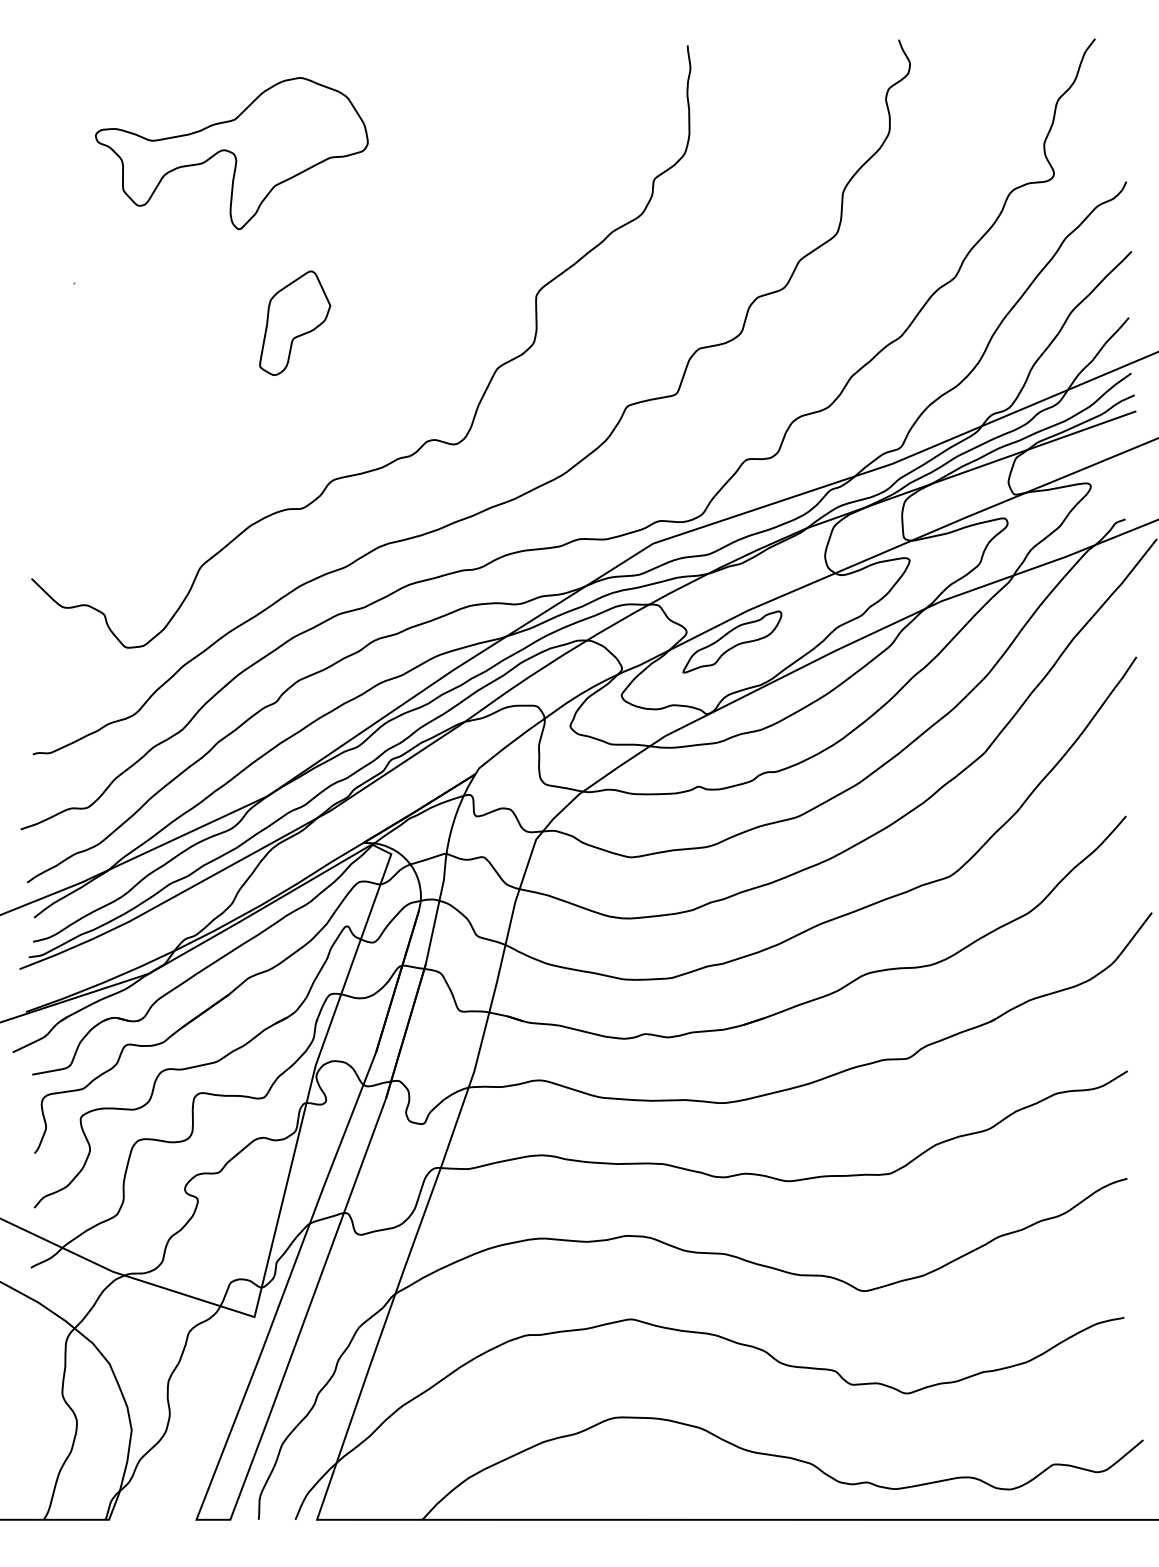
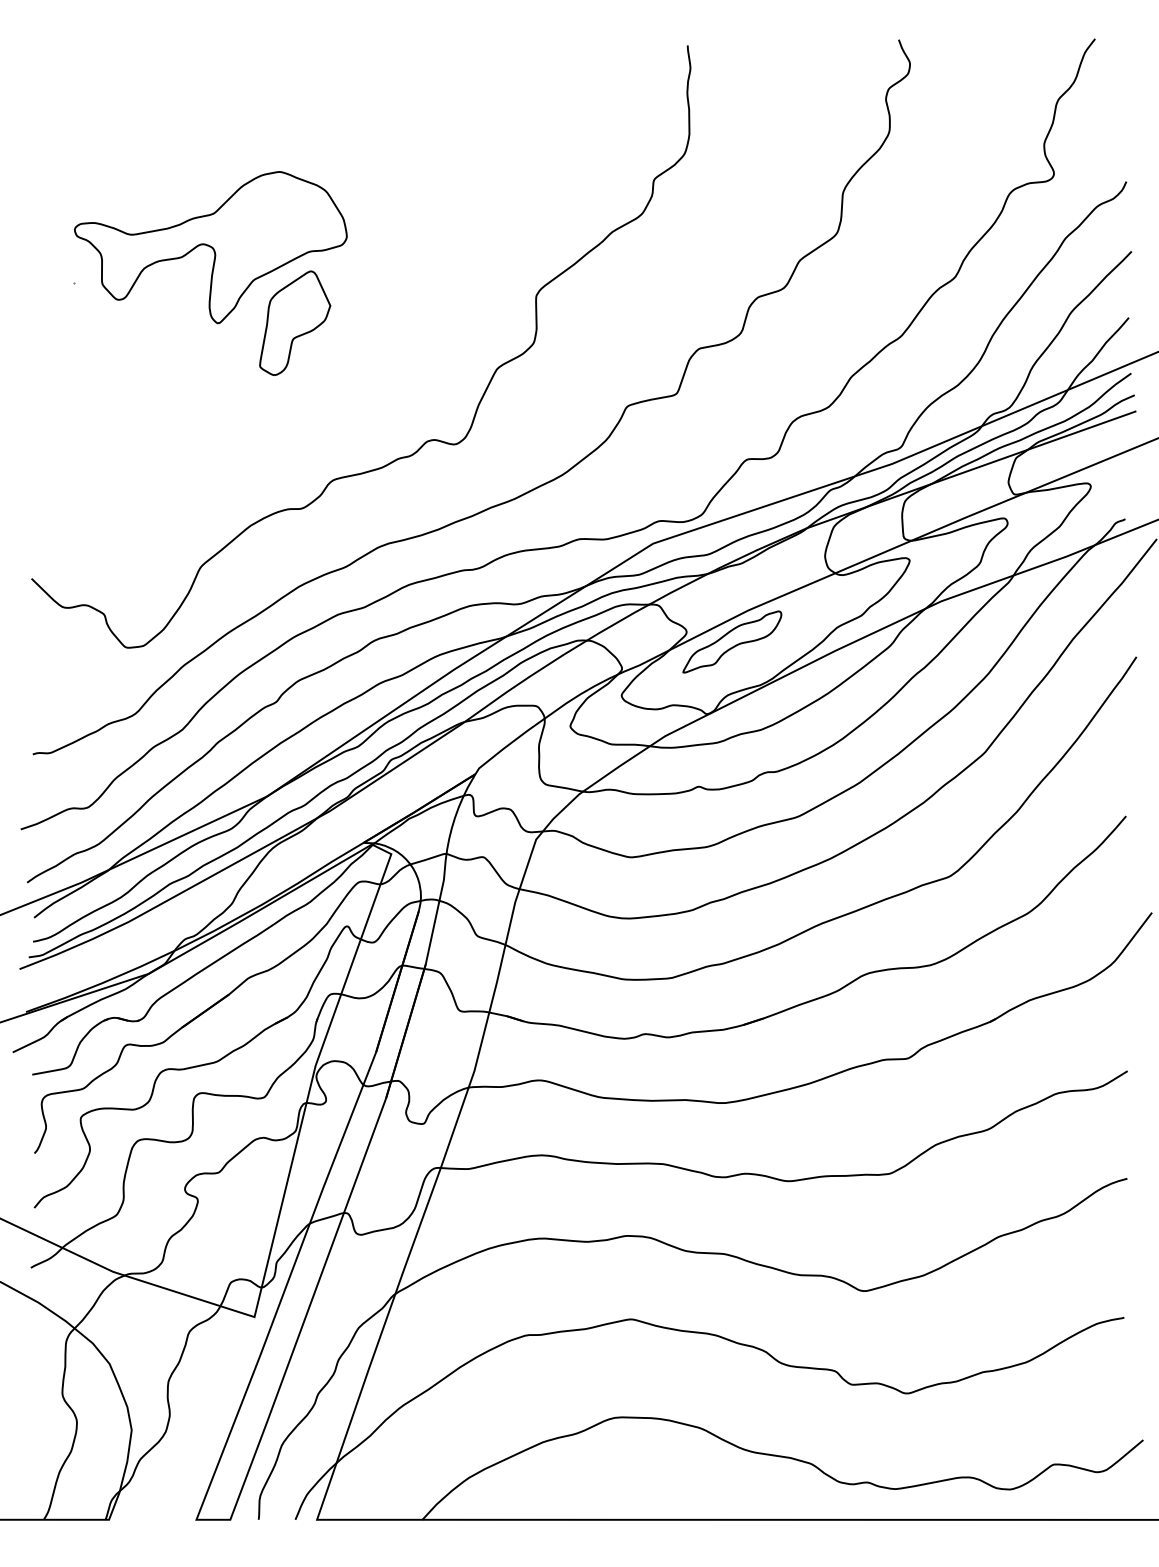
part at (231, 153) position: (231, 153) -> (210, 247)
